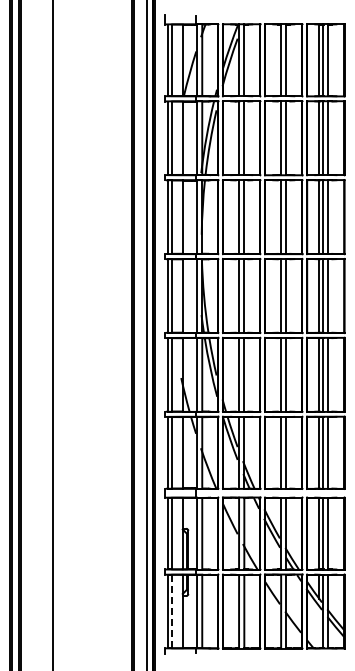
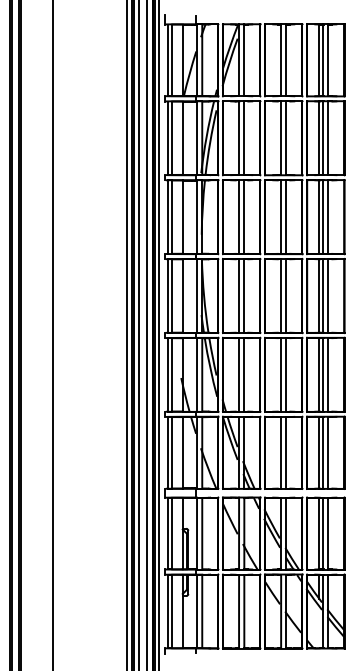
line at (126, 334): none -> present
line at (139, 334): none -> present
line at (158, 334): none -> present
line at (172, 611): dashed -> solid
